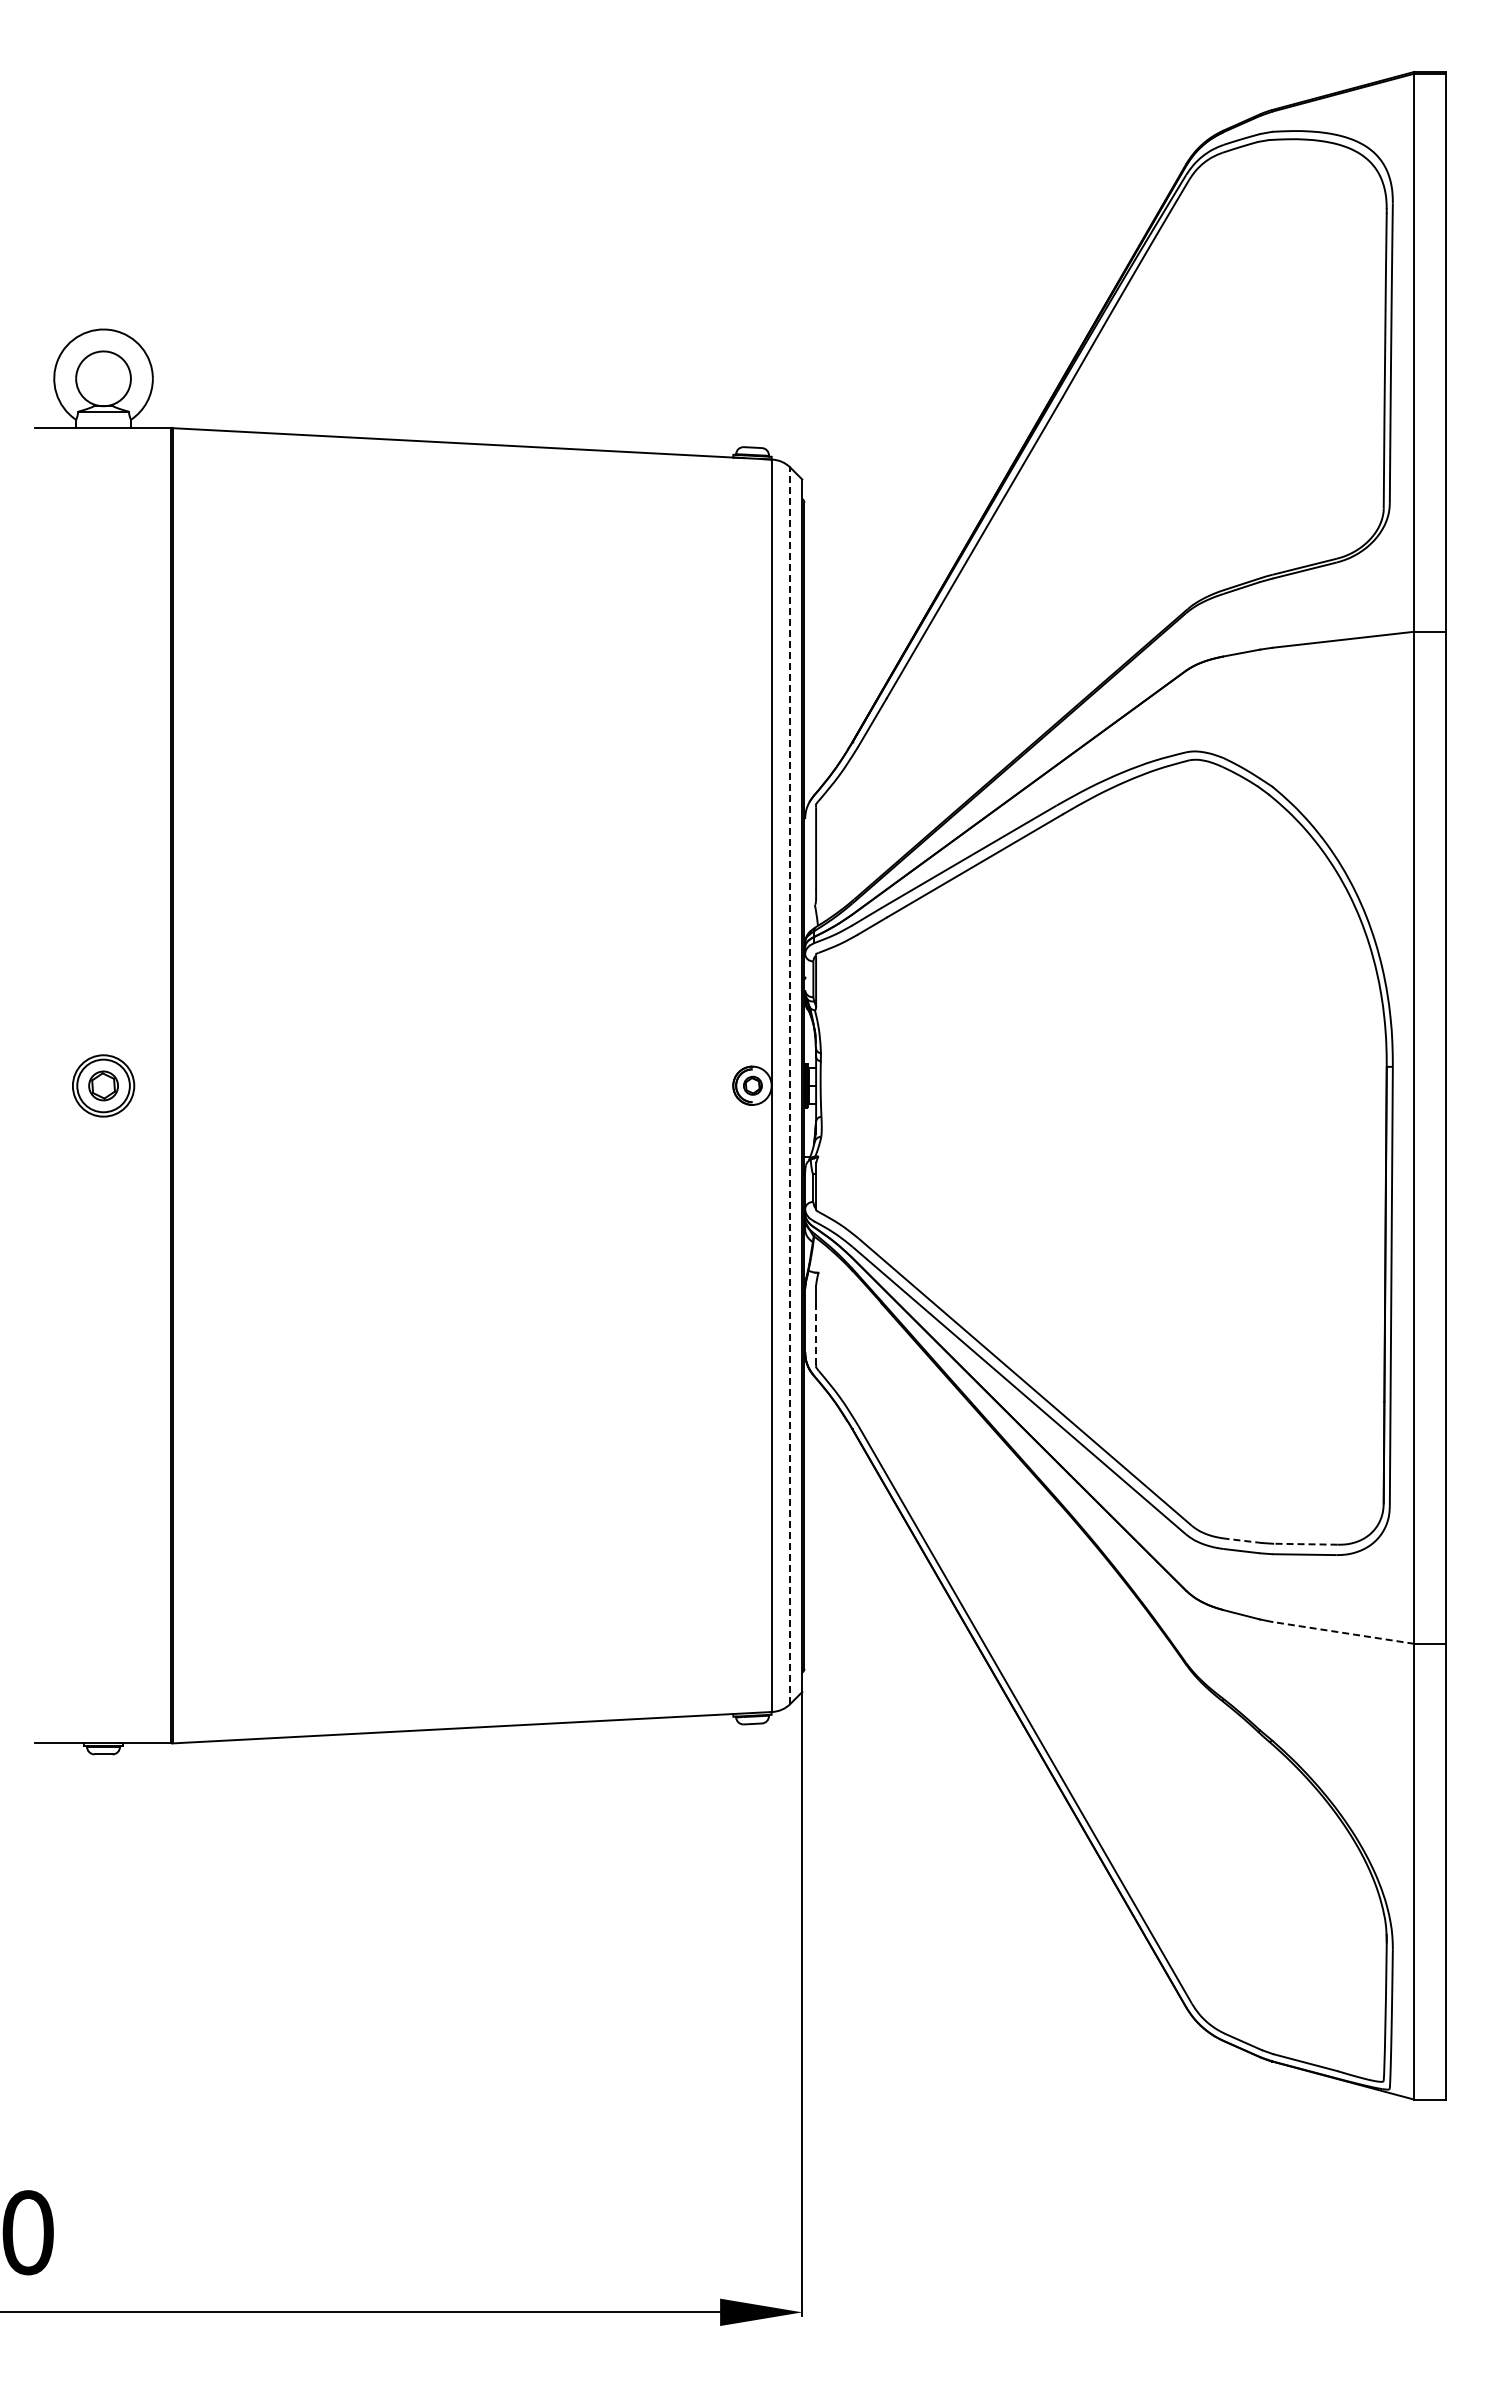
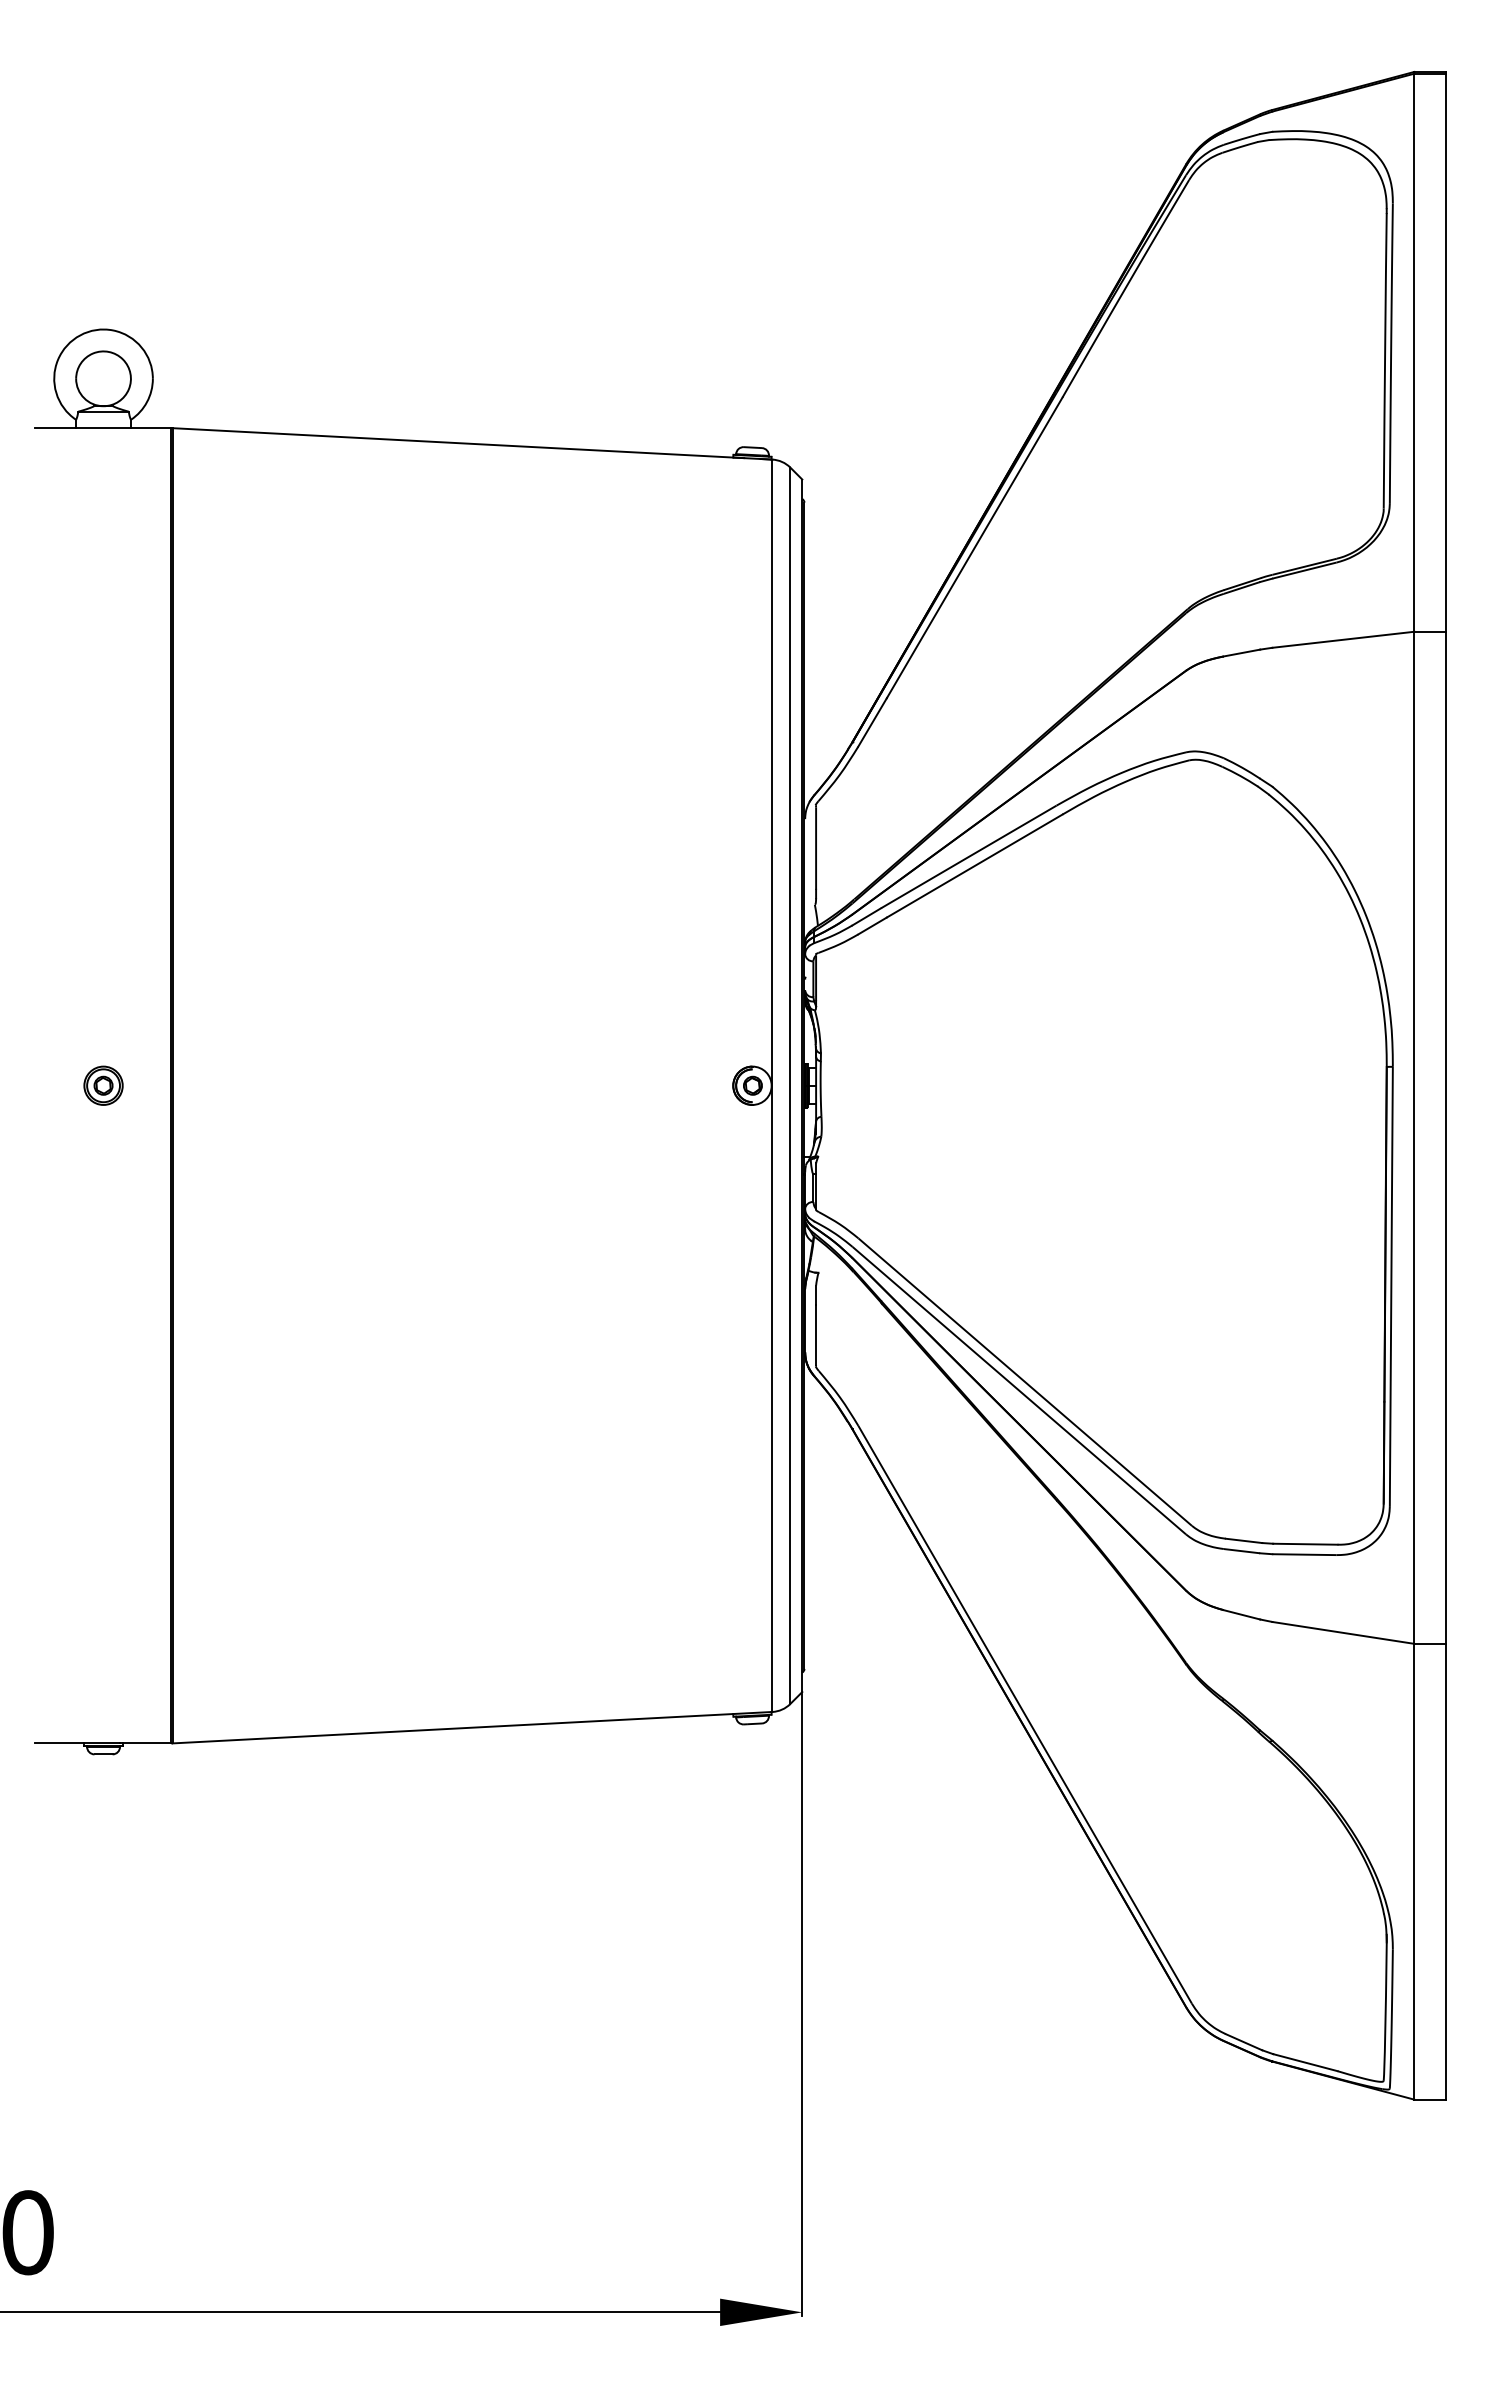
part at (103, 1085) size: 64x64 px -> 41x41 px
line at (790, 1085): dashed -> solid
line at (816, 1334): dashed -> solid
line at (1243, 1540): dashed -> solid
line at (1304, 1544): dashed -> solid
line at (1343, 1632): dashed -> solid
